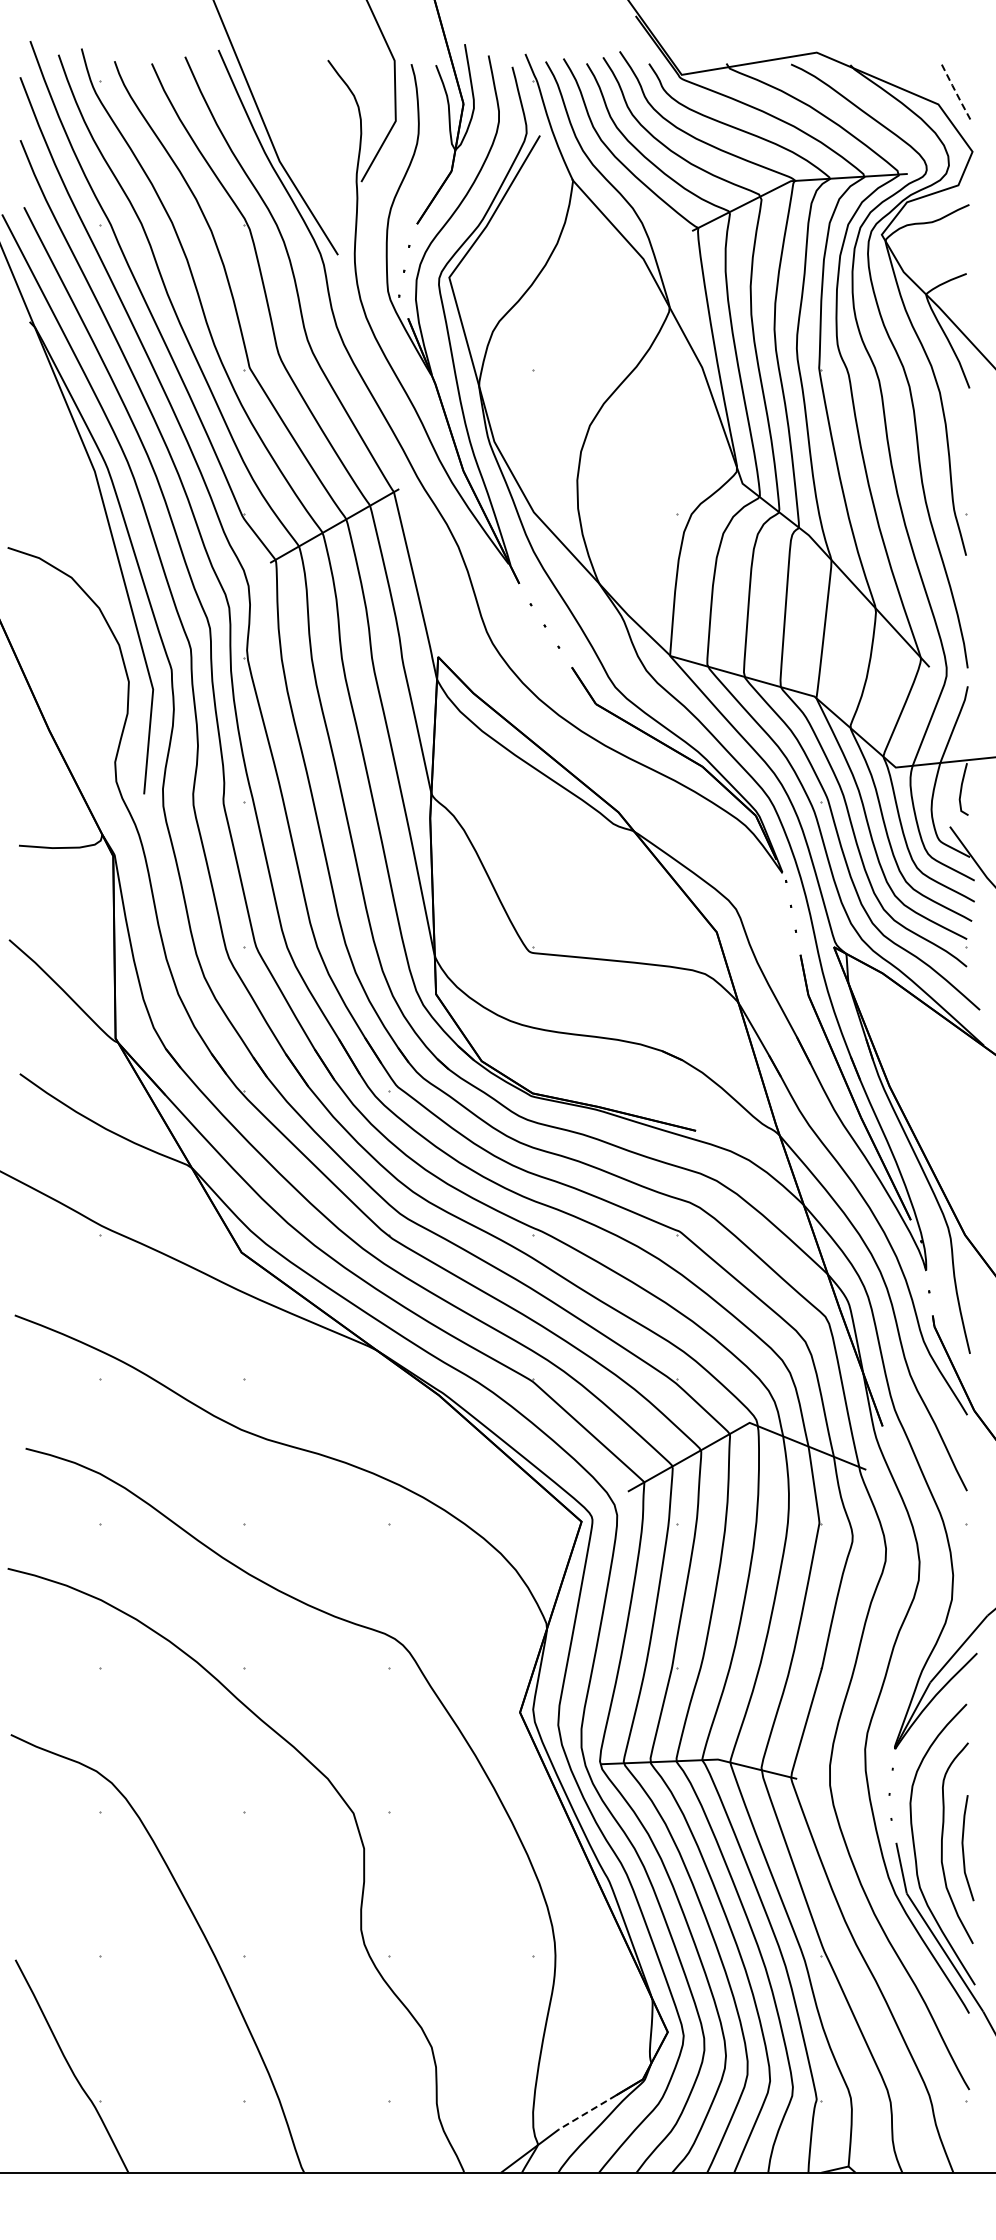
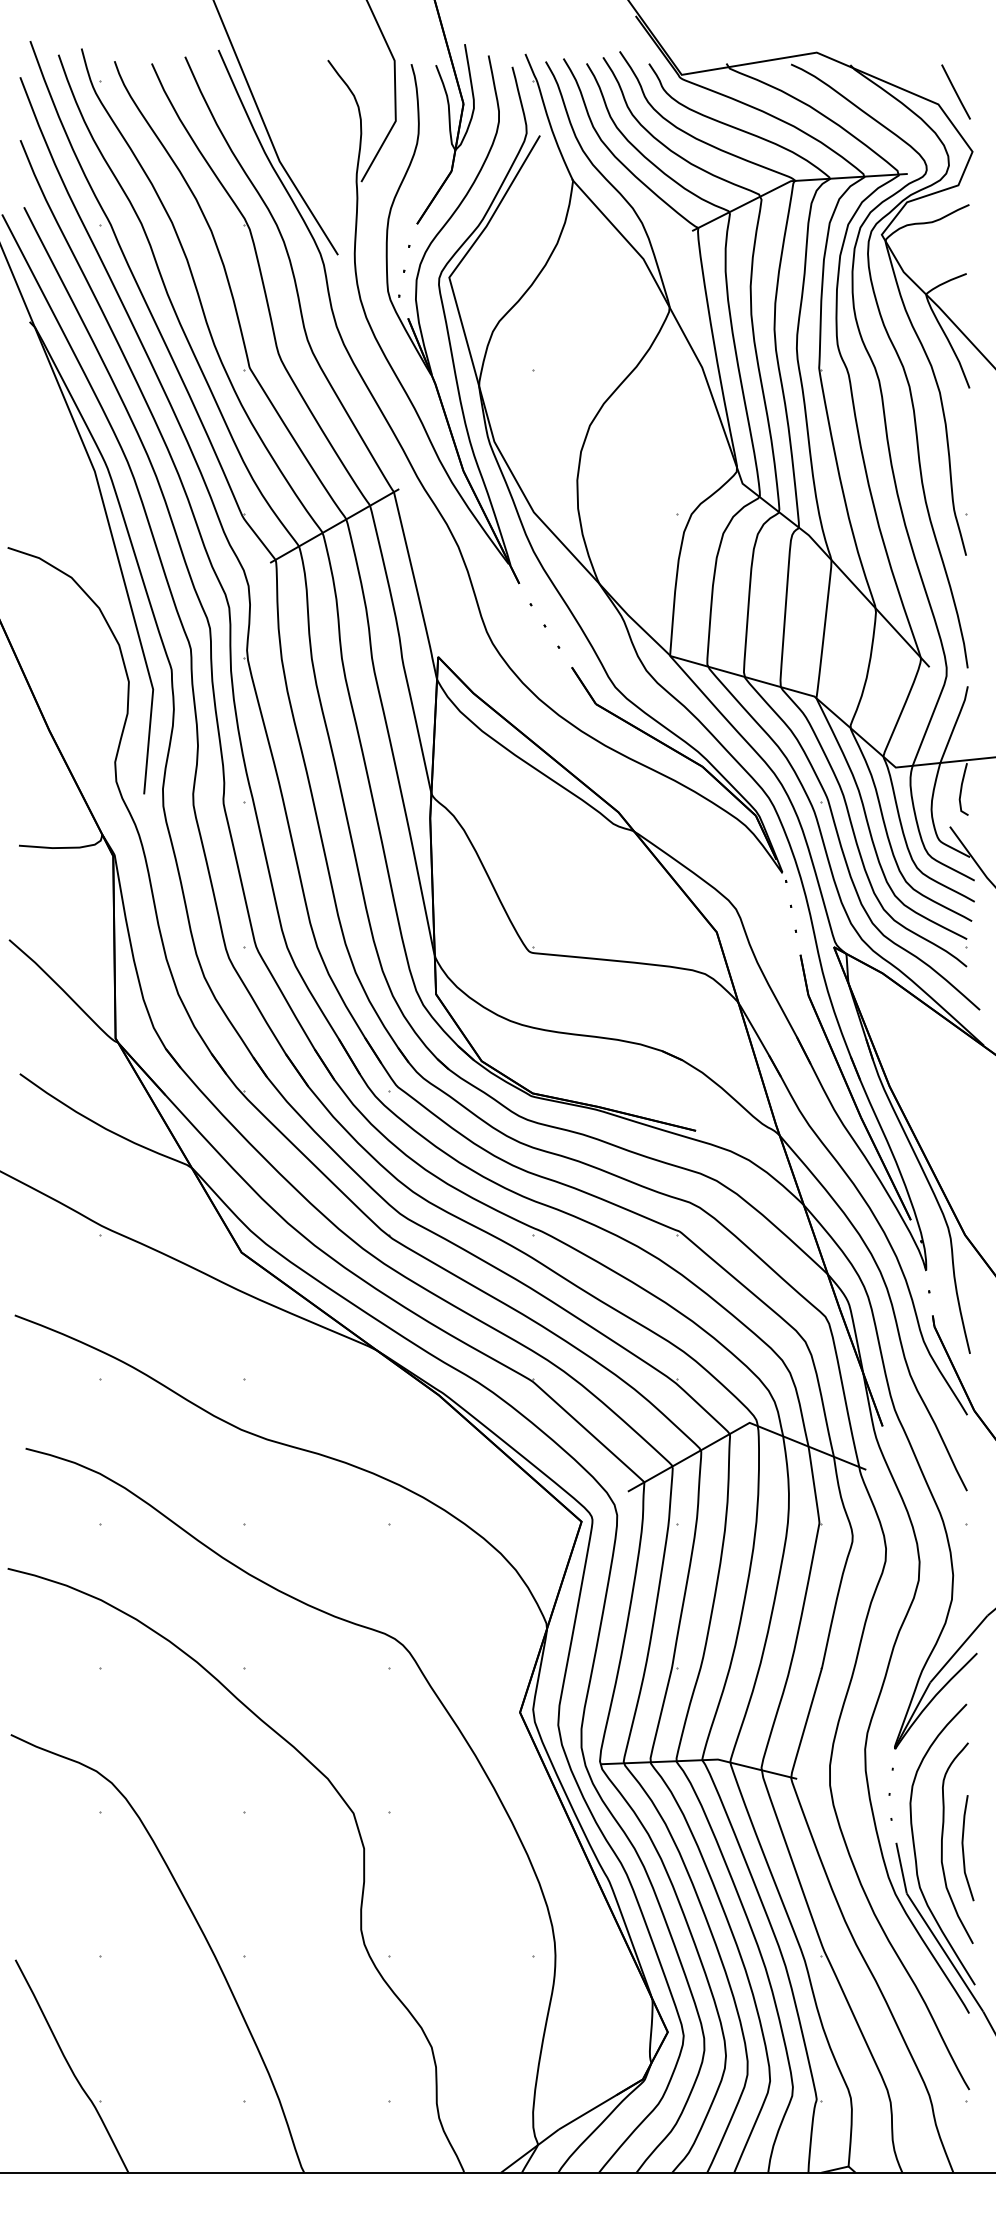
line at (955, 92): dashed -> solid
line at (587, 2112): dashed -> solid
